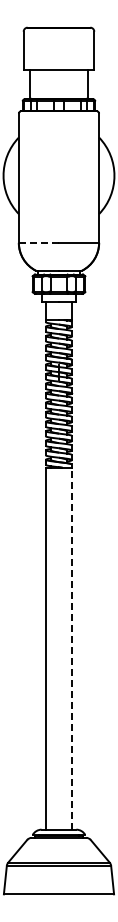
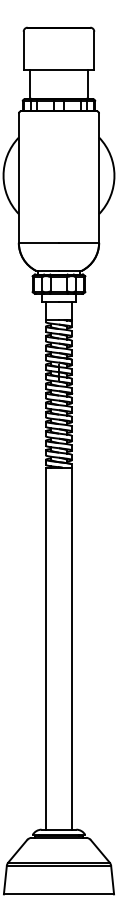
line at (39, 242): dashed -> solid
line at (71, 648): dashed -> solid
